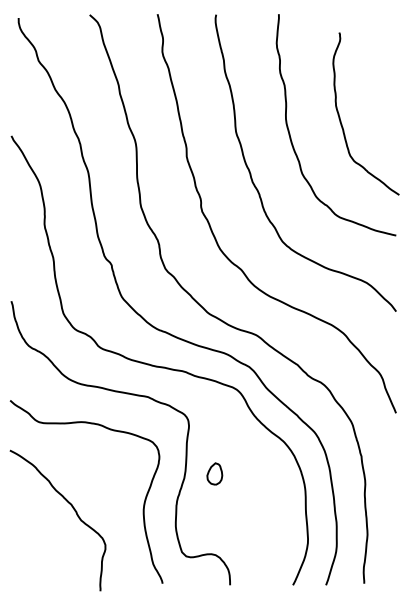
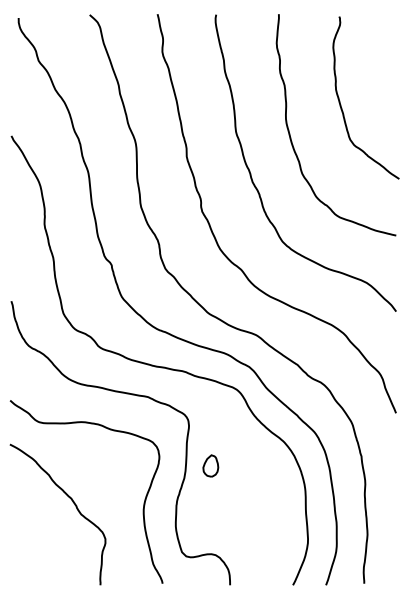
curve at (341, 120) position: (341, 120) -> (341, 104)
part at (214, 473) position: (214, 473) -> (210, 465)
curve at (72, 508) position: (72, 508) -> (72, 502)
